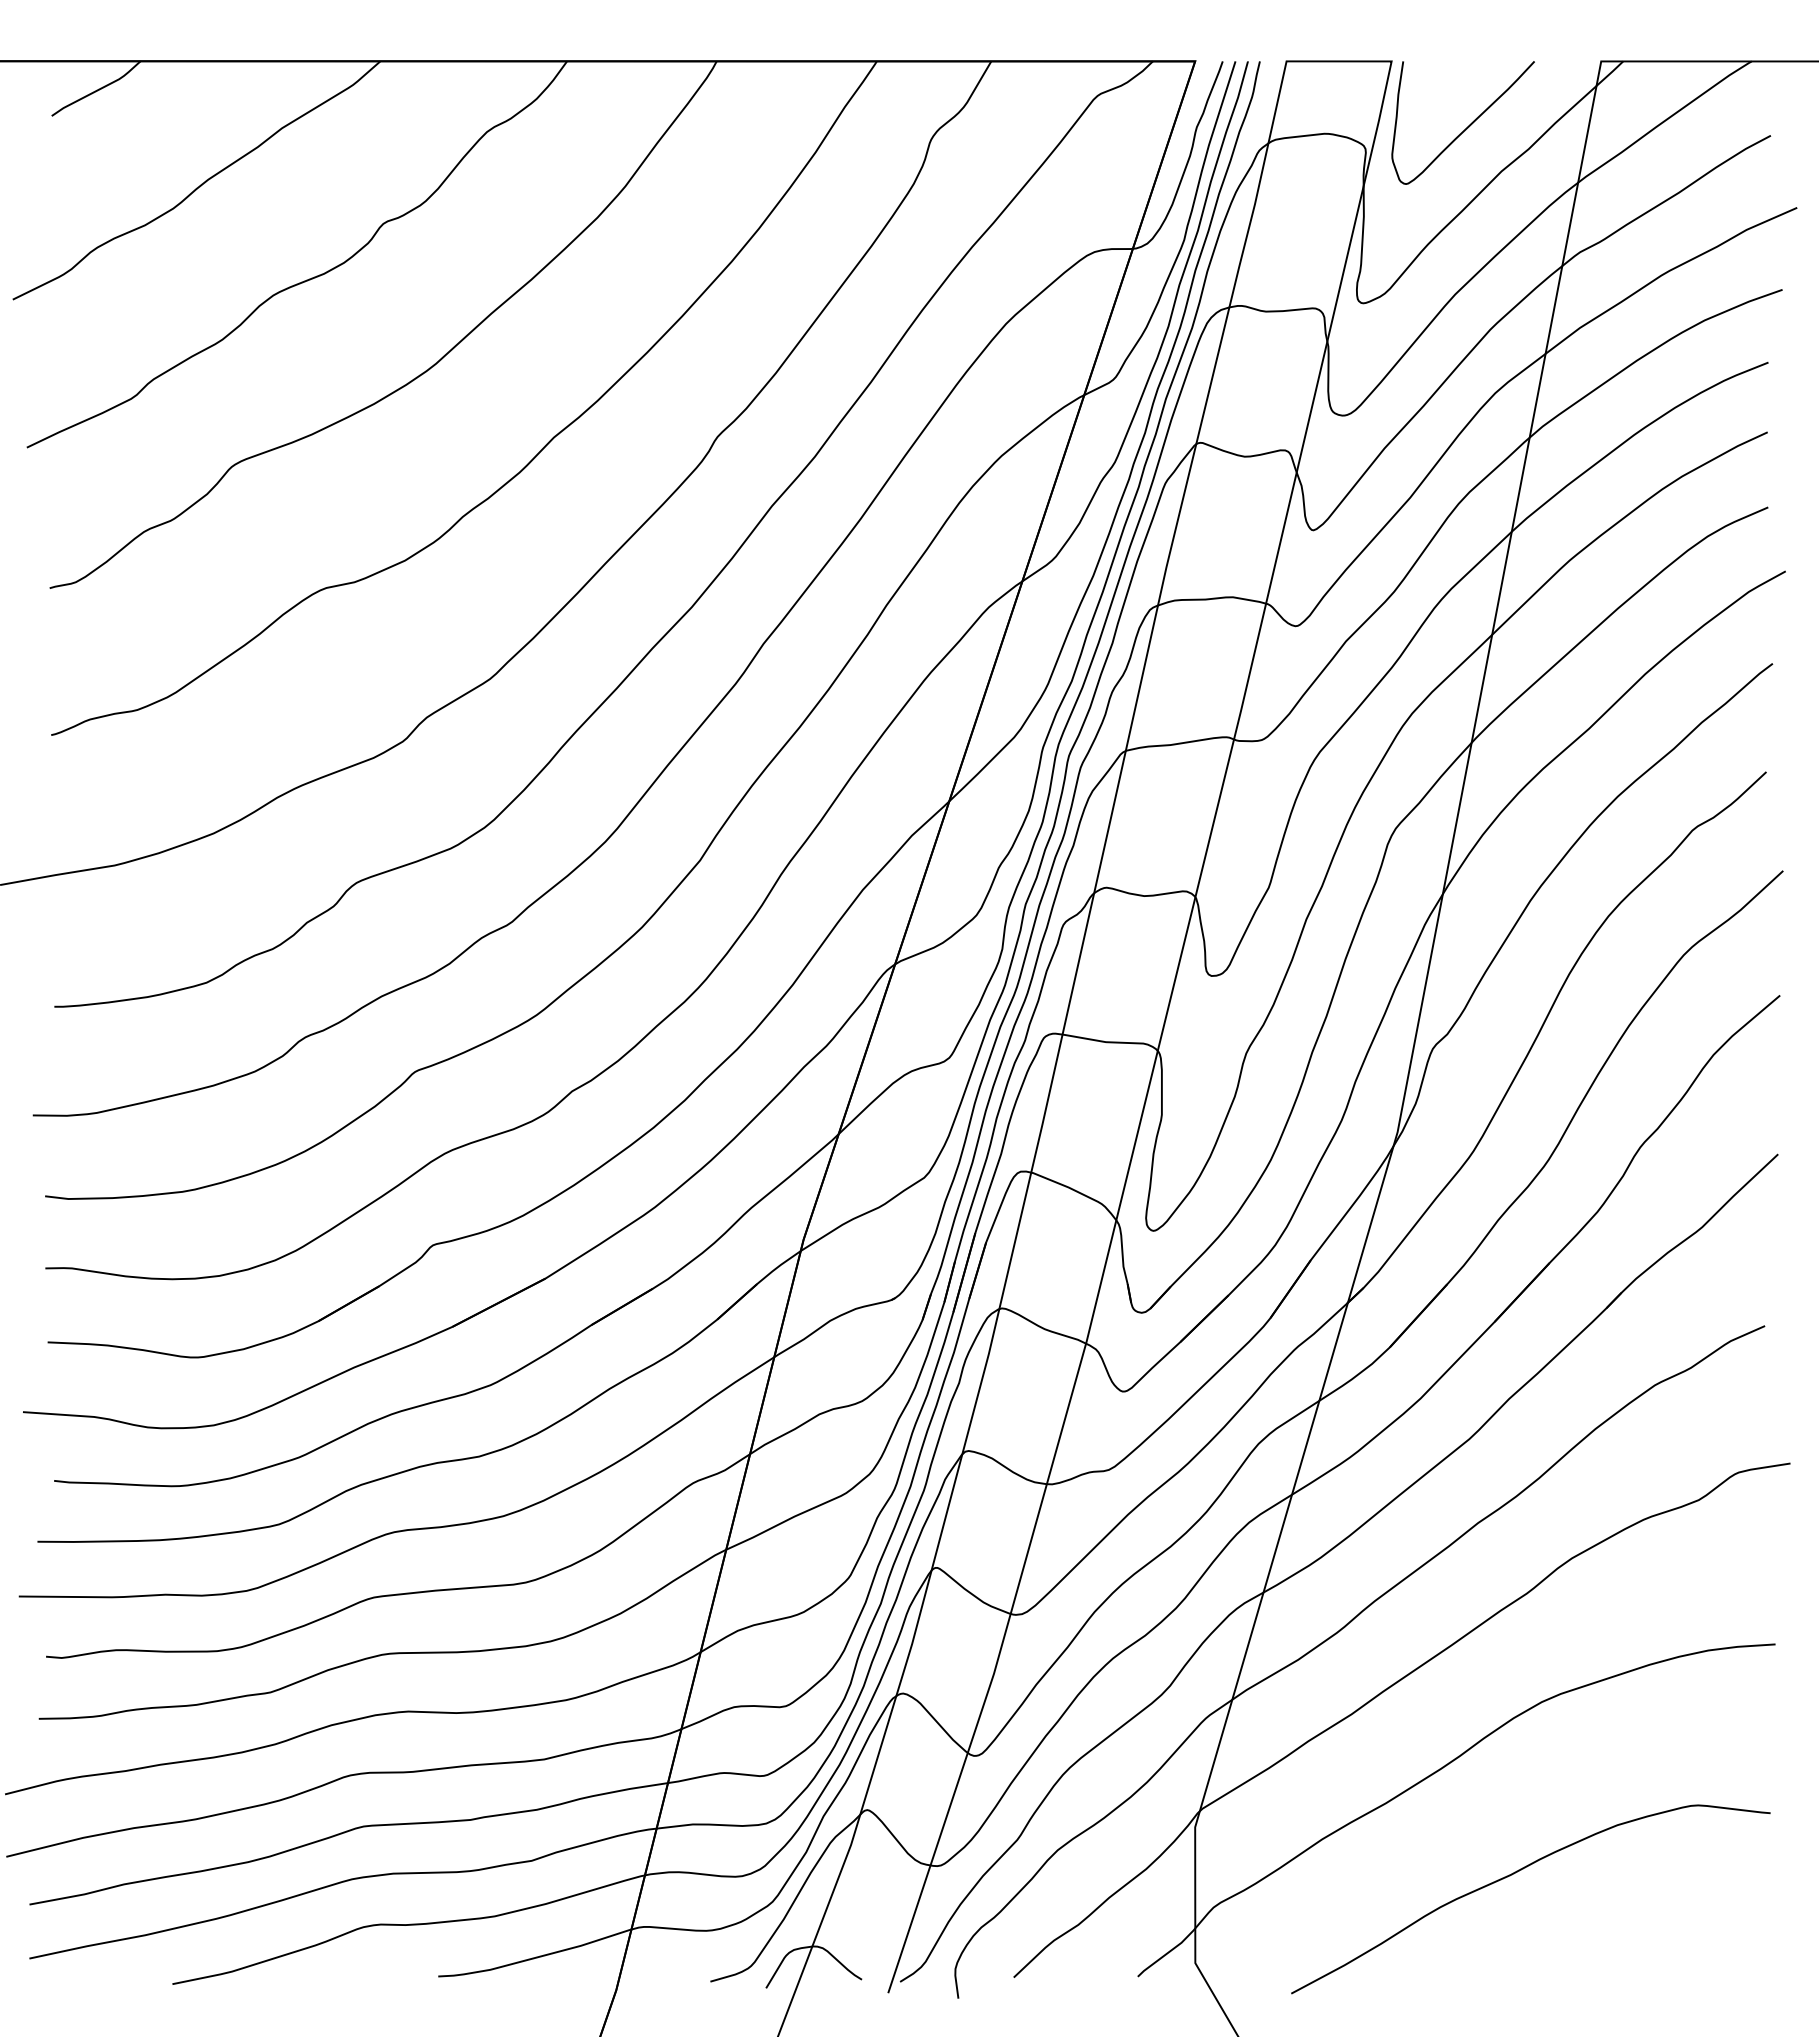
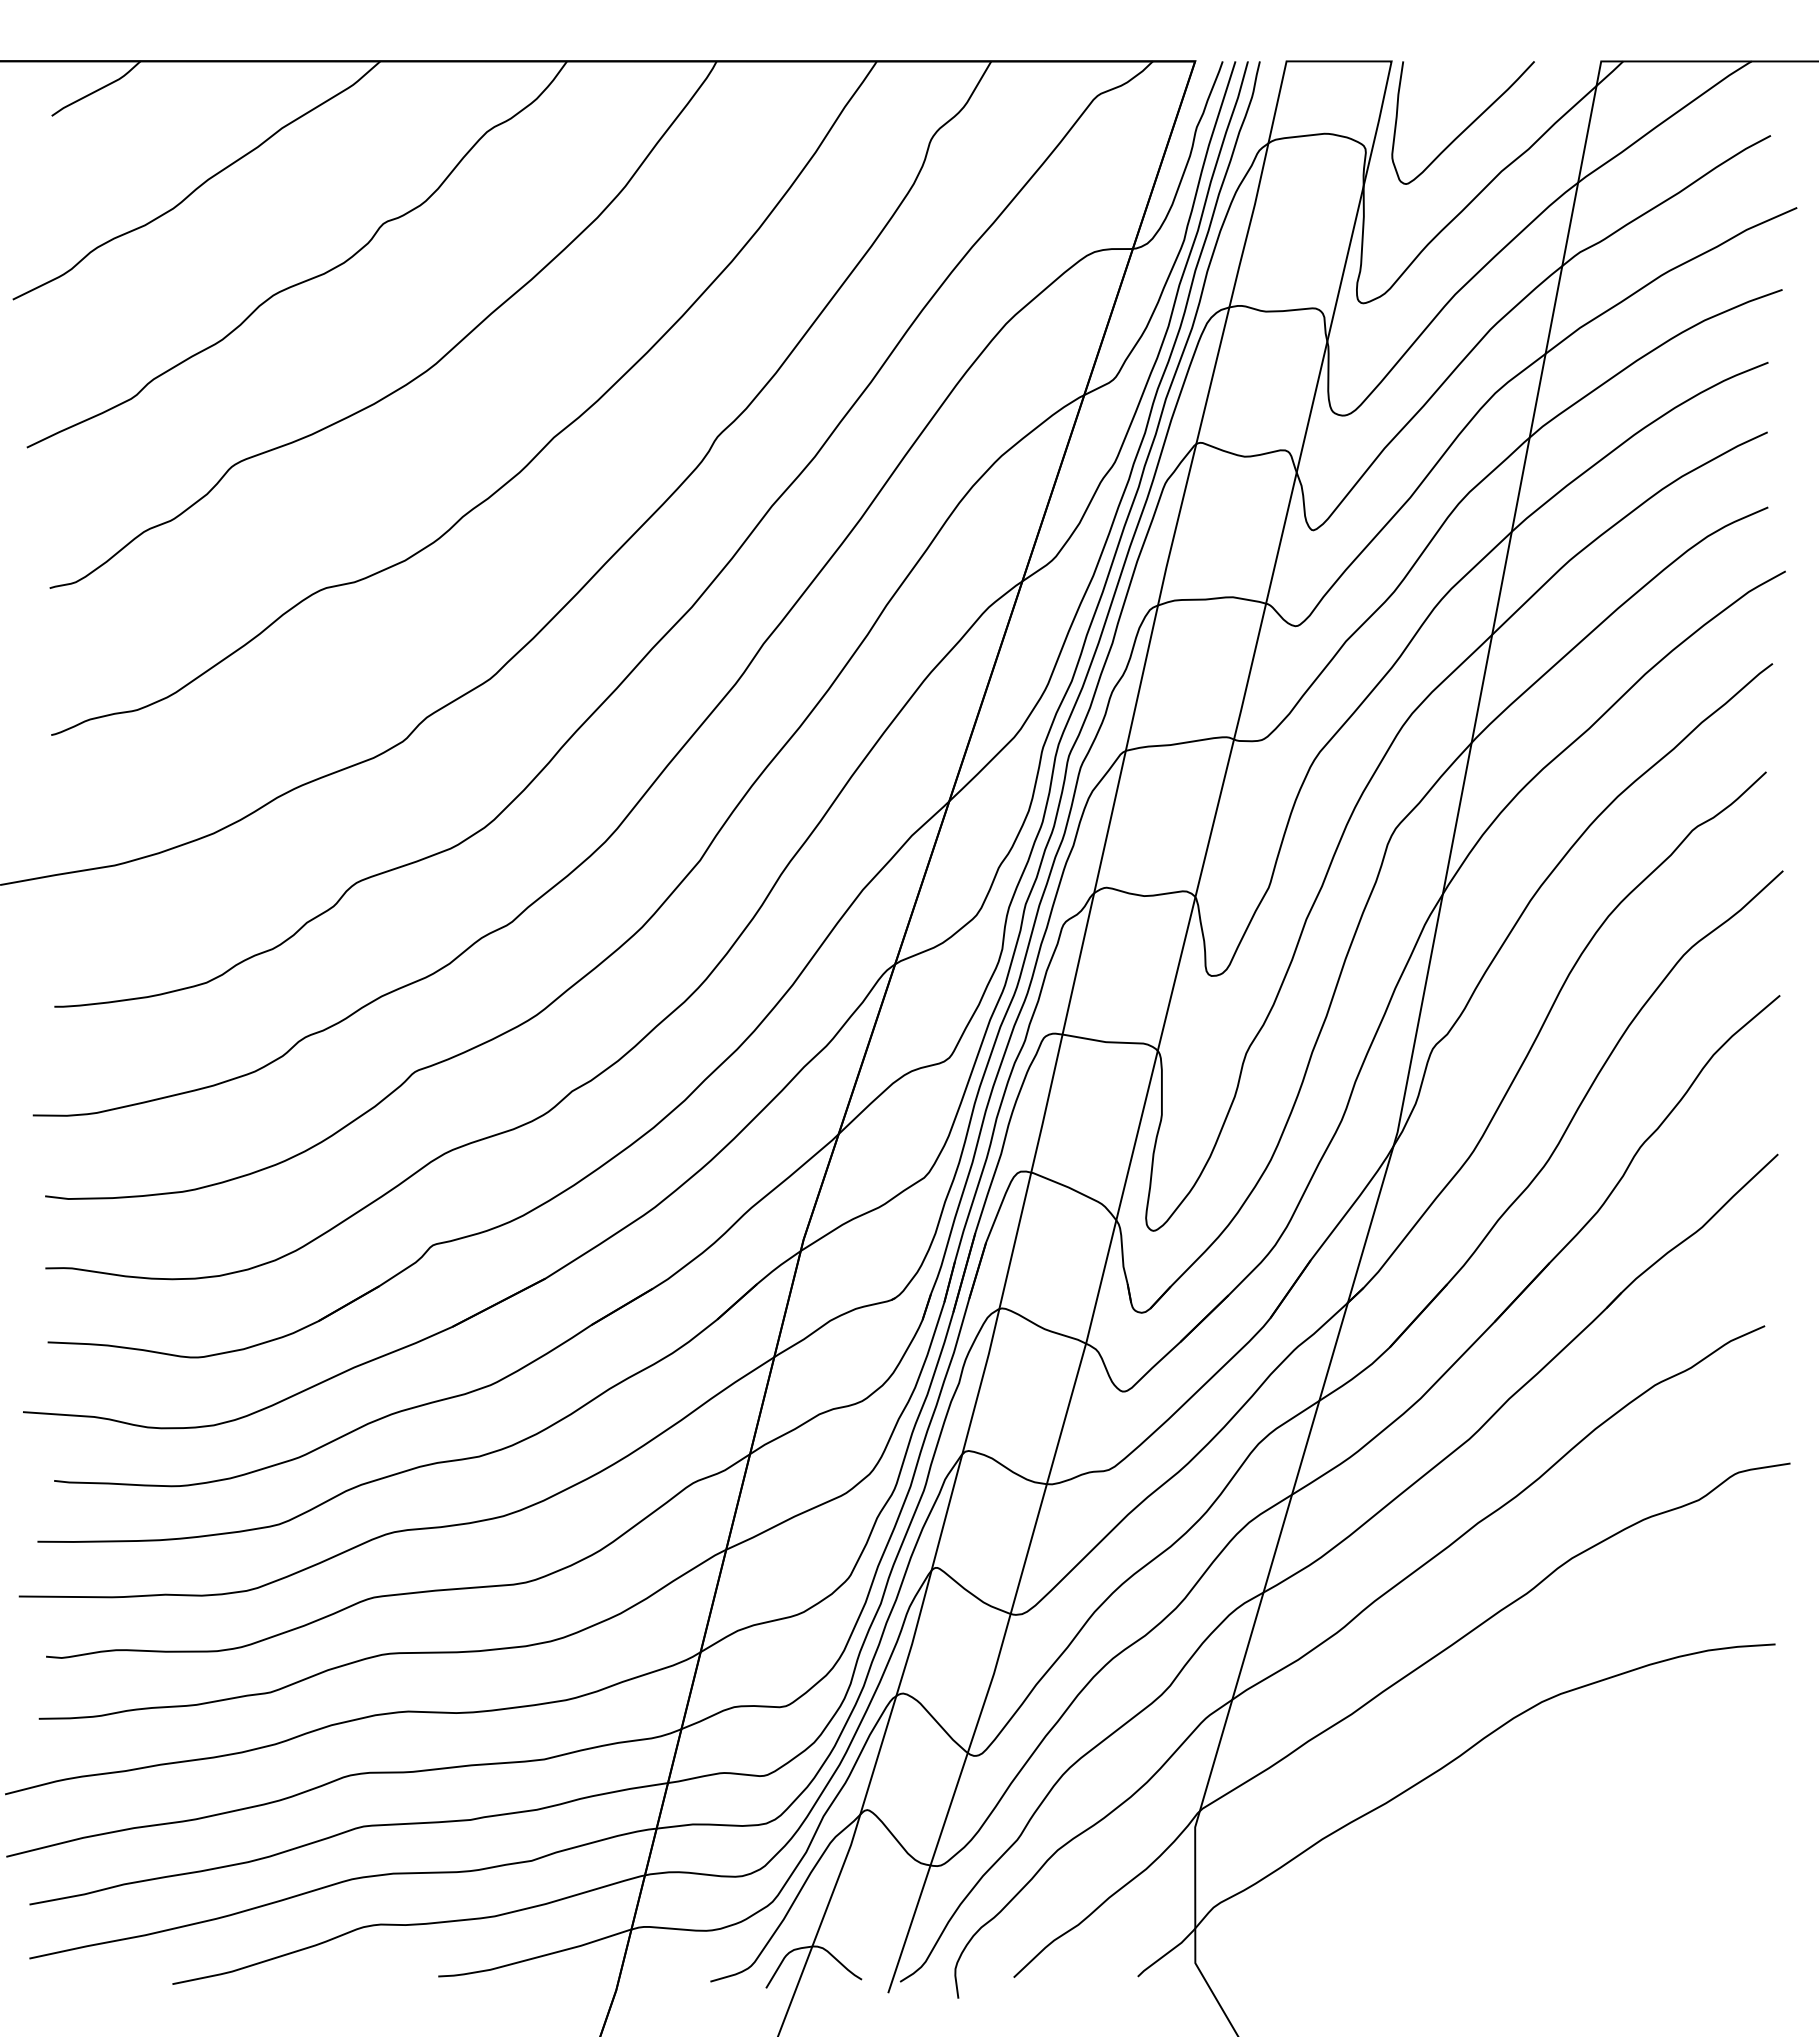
curve at (1517, 1872): present -> none
